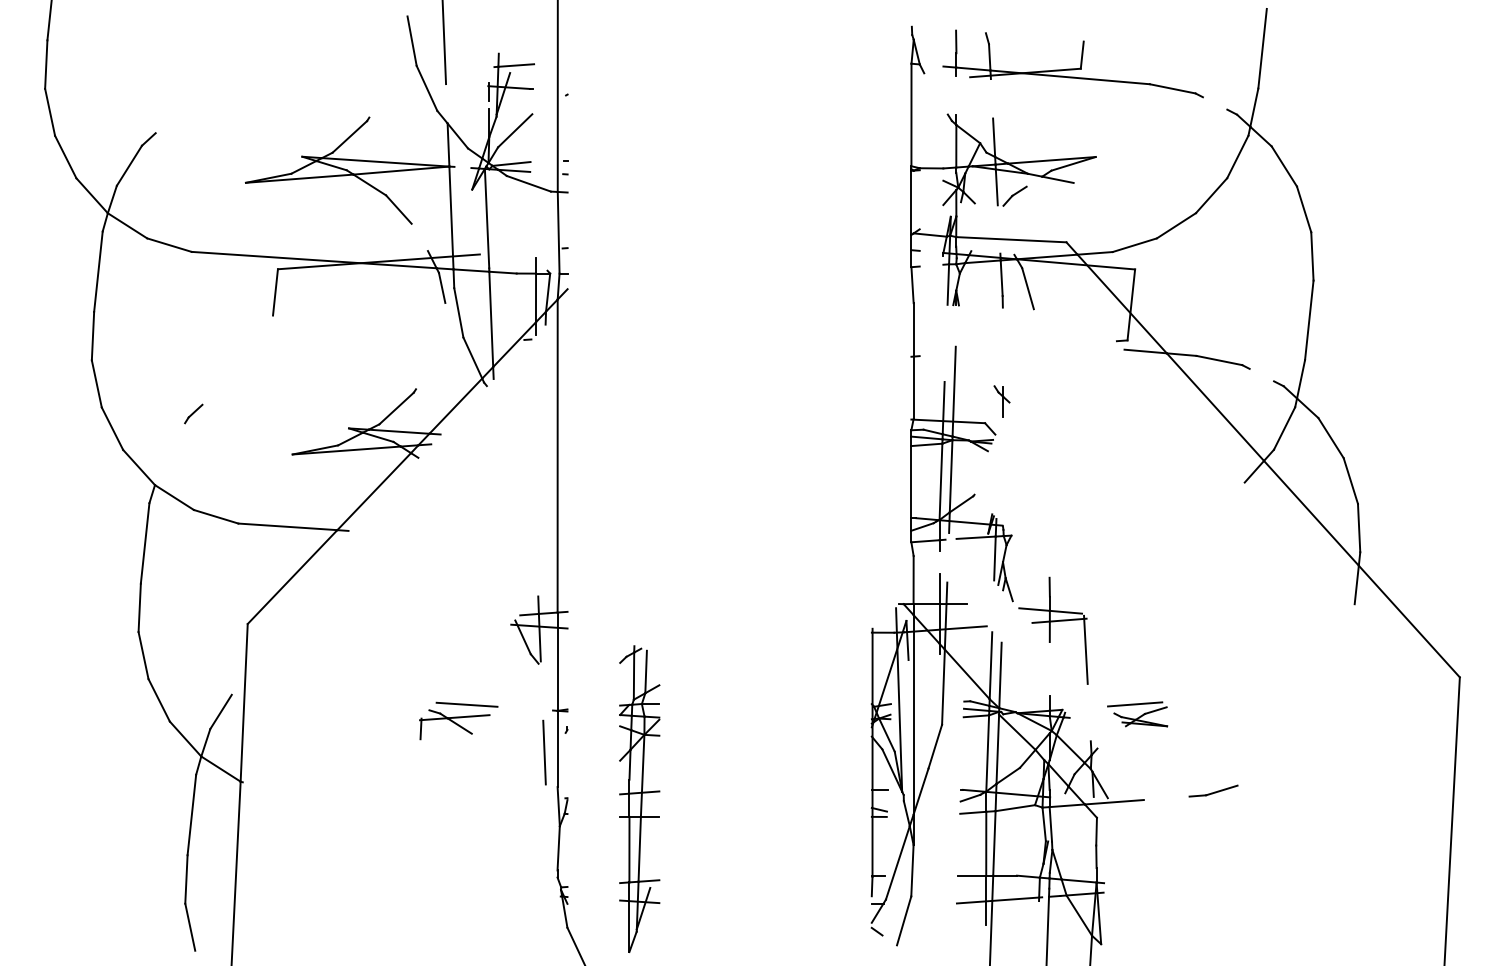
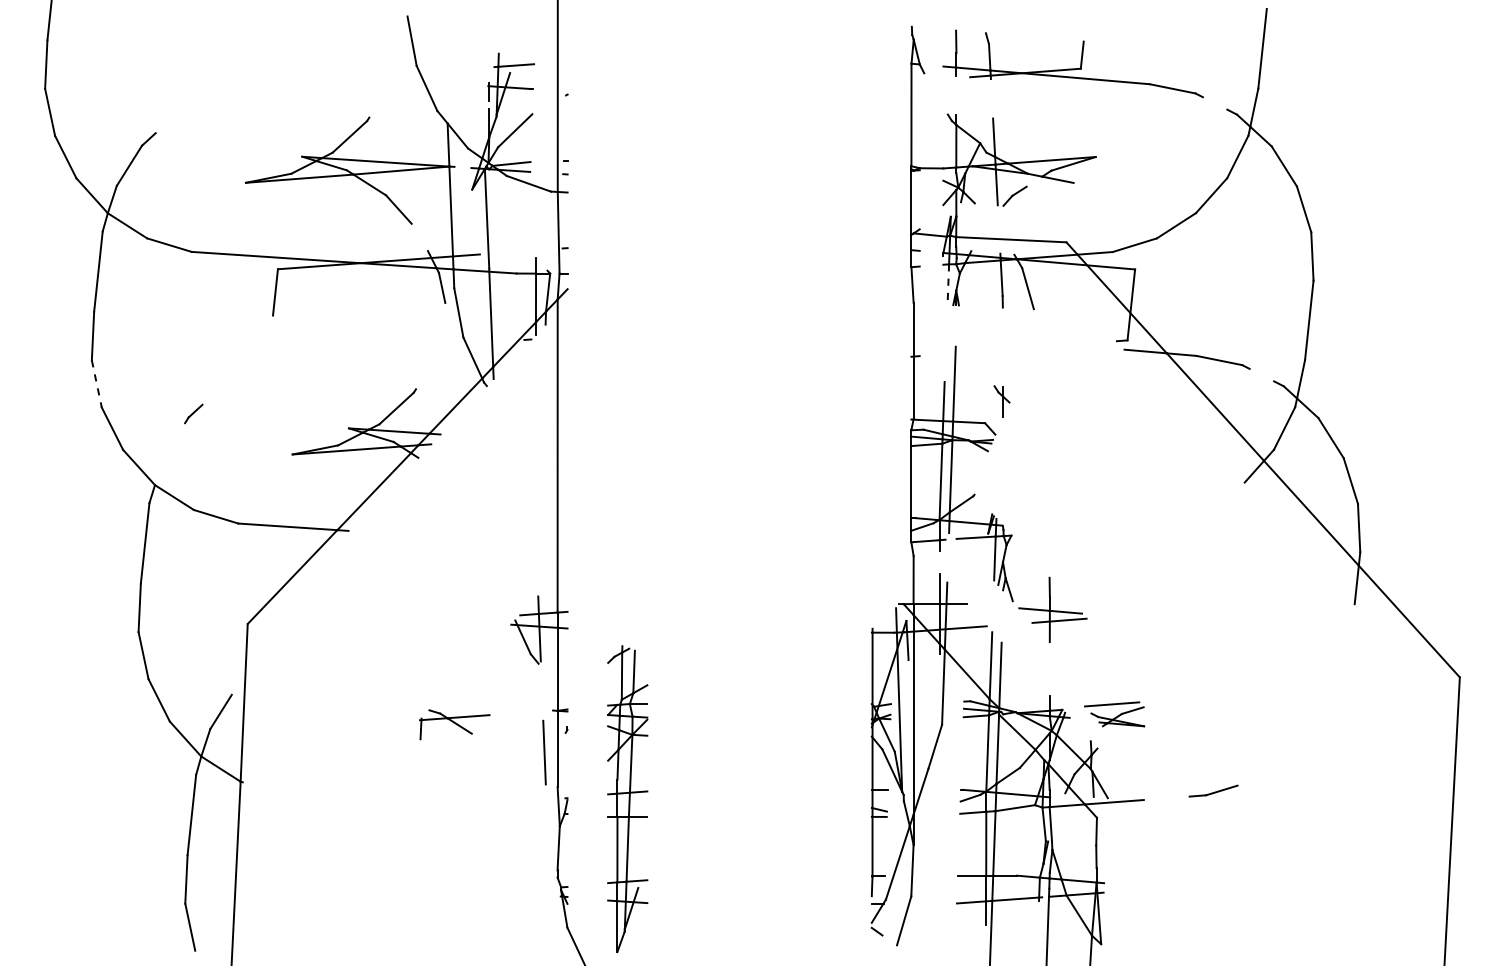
line at (444, 43): present -> none
line at (948, 285): solid -> dashed
line at (96, 384): solid -> dashed
line at (1085, 649): present -> none
line at (466, 704): present -> none
part at (1137, 714) position: (1137, 714) -> (1114, 714)
part at (639, 798) position: (639, 798) -> (627, 798)
